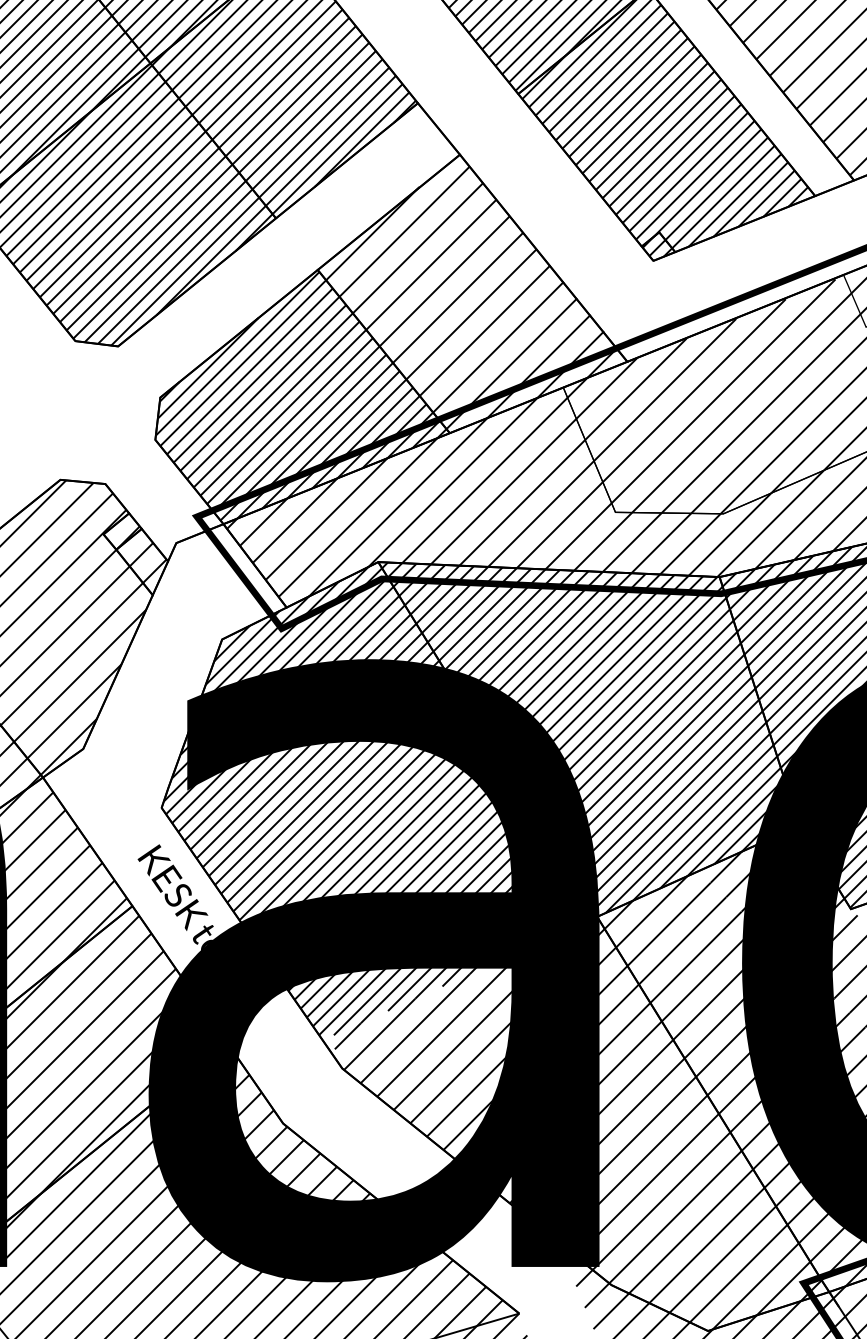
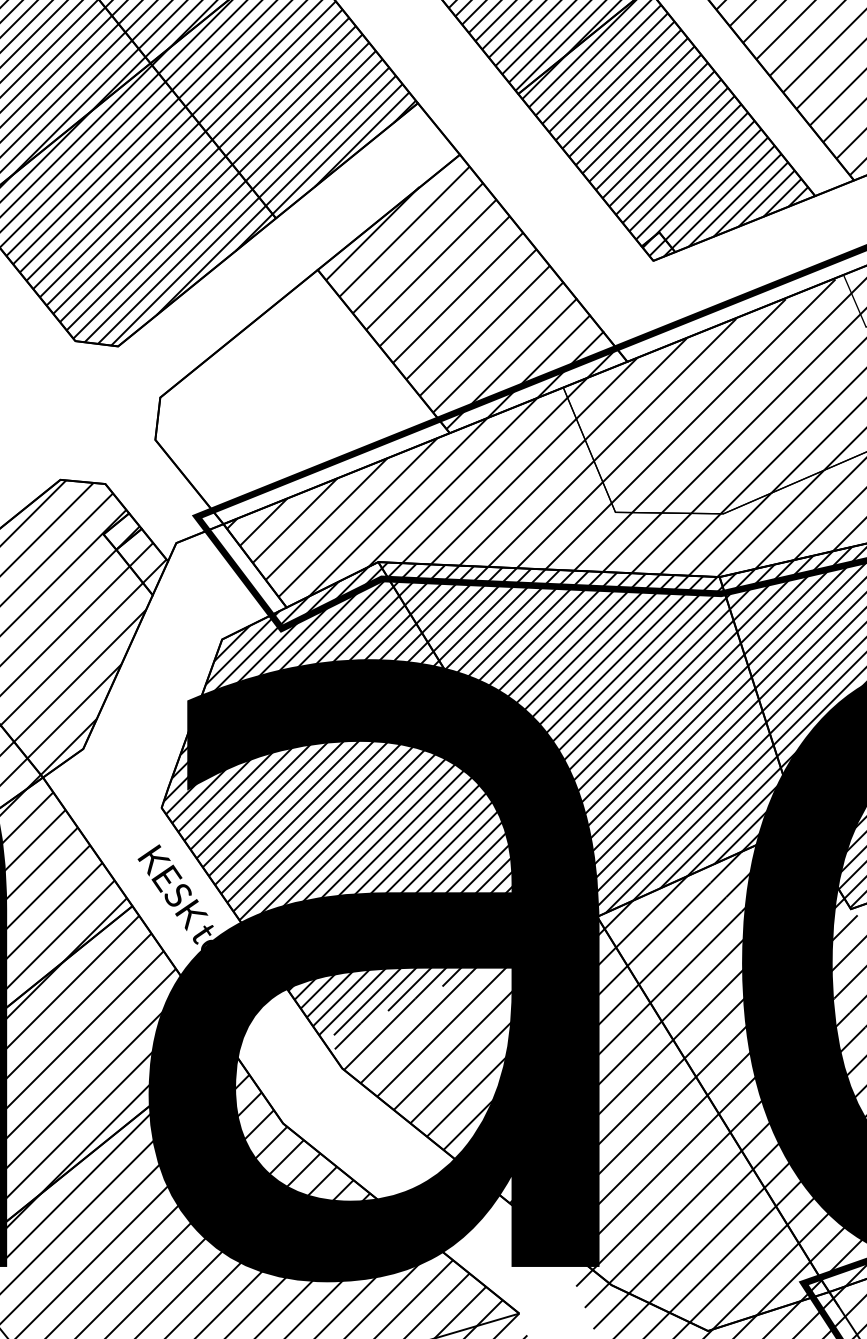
hatch at (300, 396): present -> none
